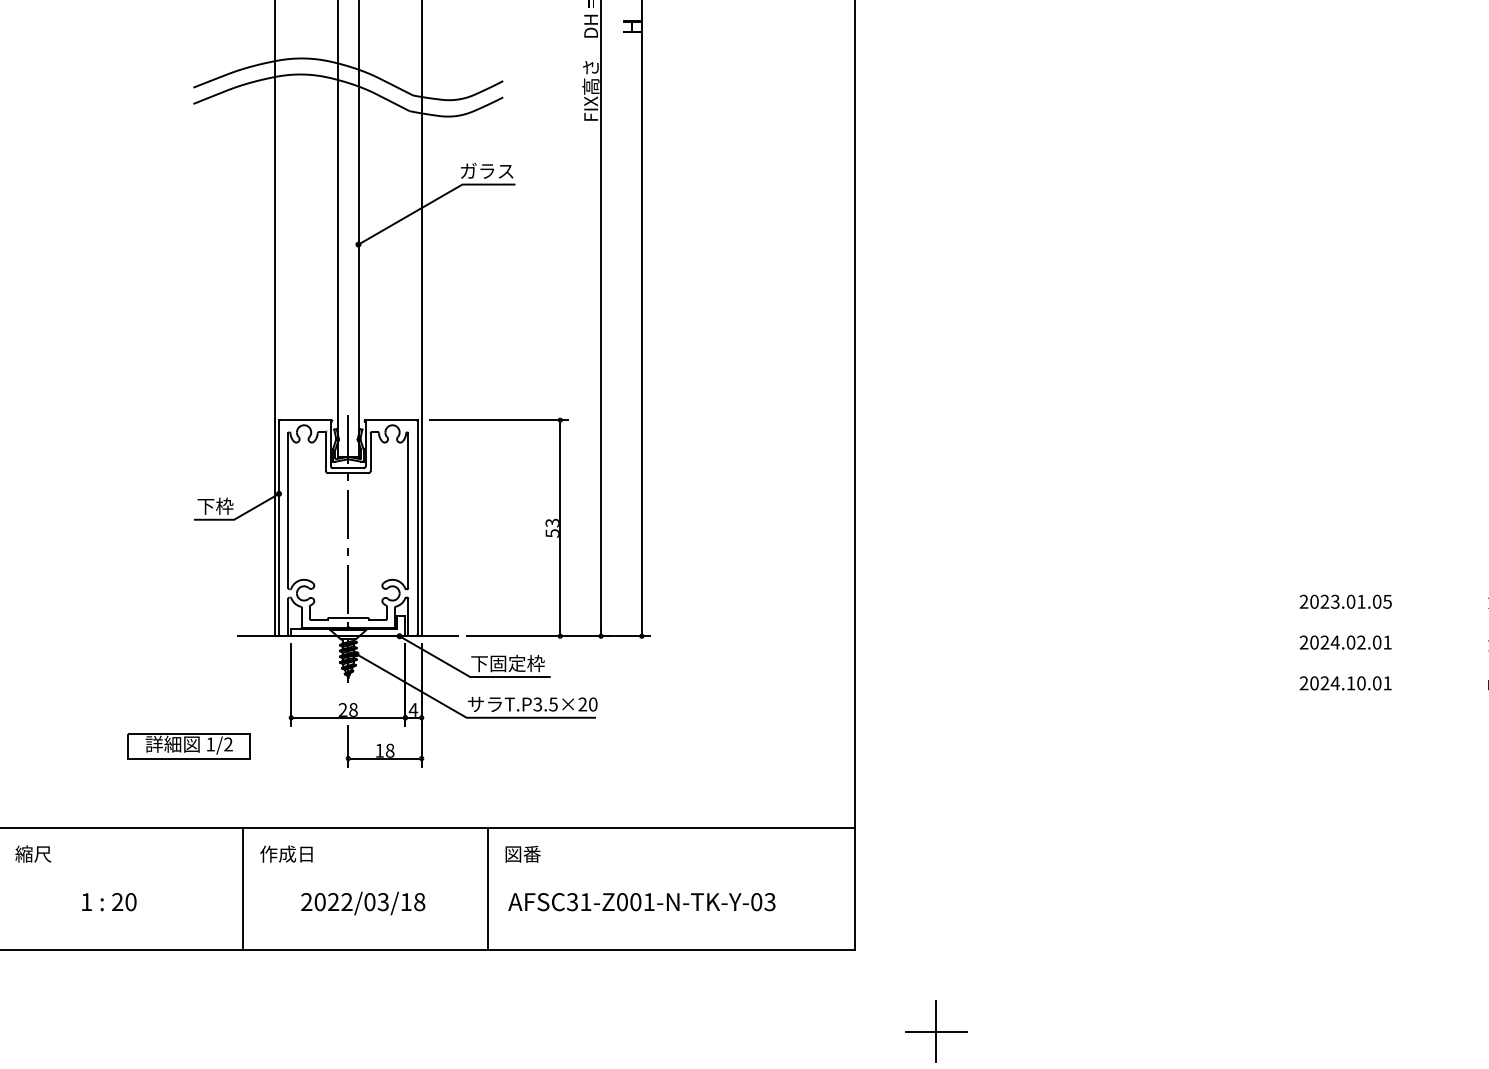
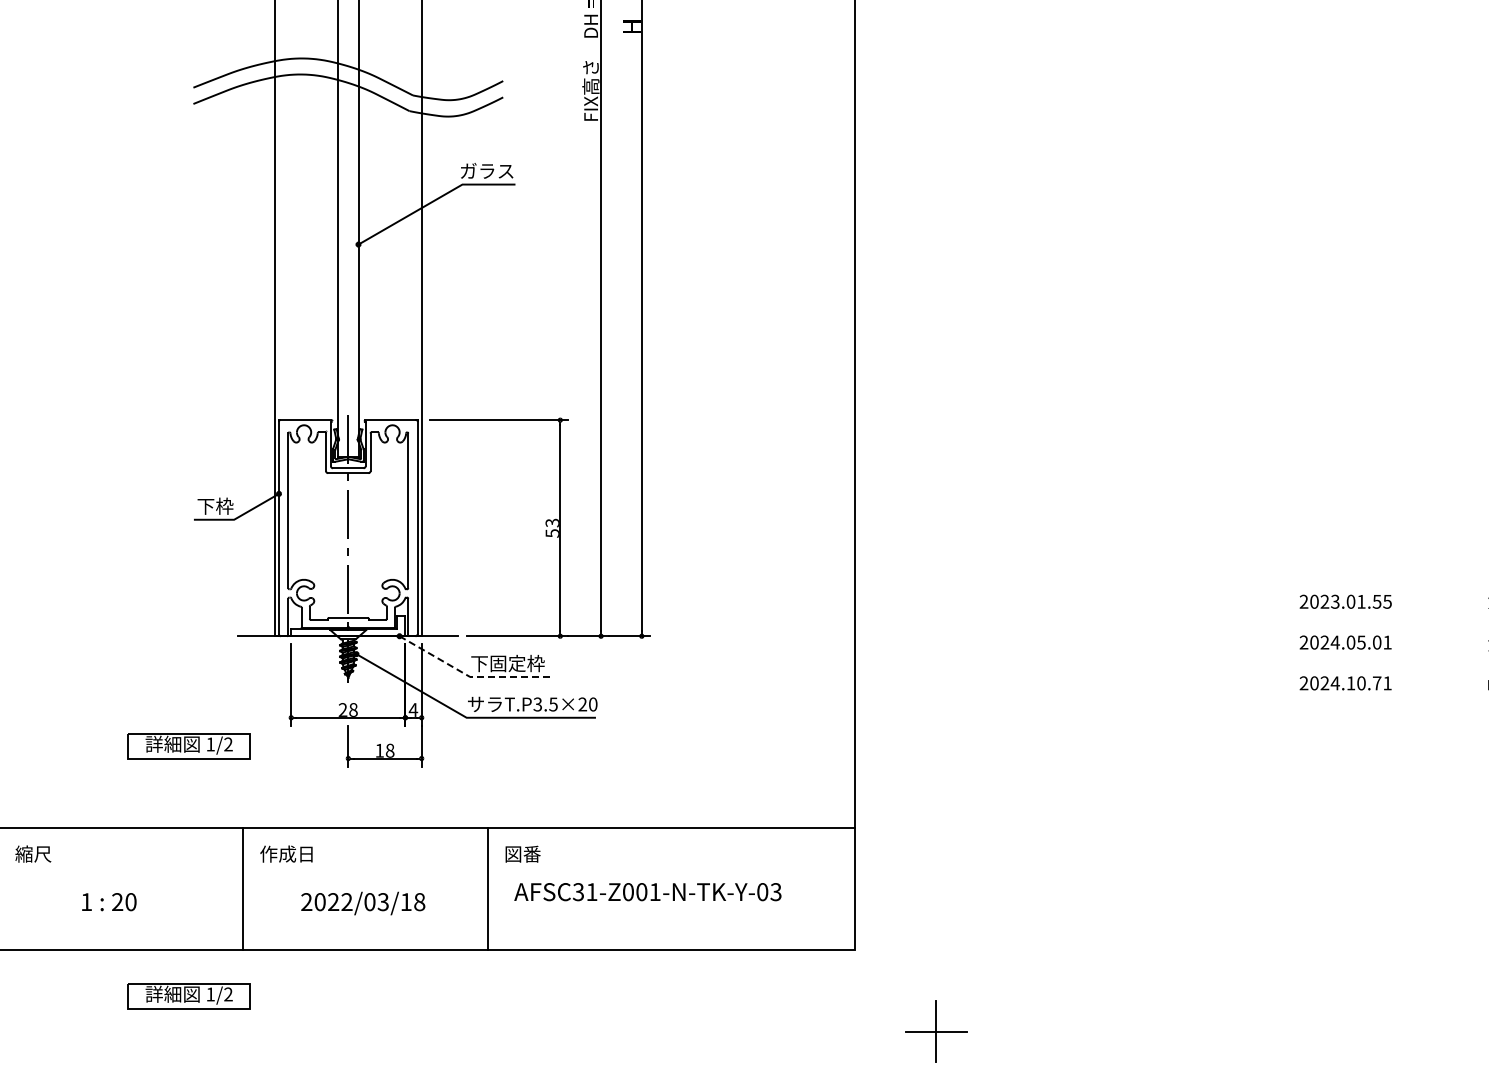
text at (1376, 601): 2023.01.05 -> 2023.01.55
text at (1361, 642): 2024.02.01 -> 2024.05.01
line at (470, 677): solid -> dashed
text at (1377, 683): 2024.10.01 -> 2024.10.71
text at (641, 902) position: (641, 902) -> (647, 892)
part at (188, 996): none -> present
